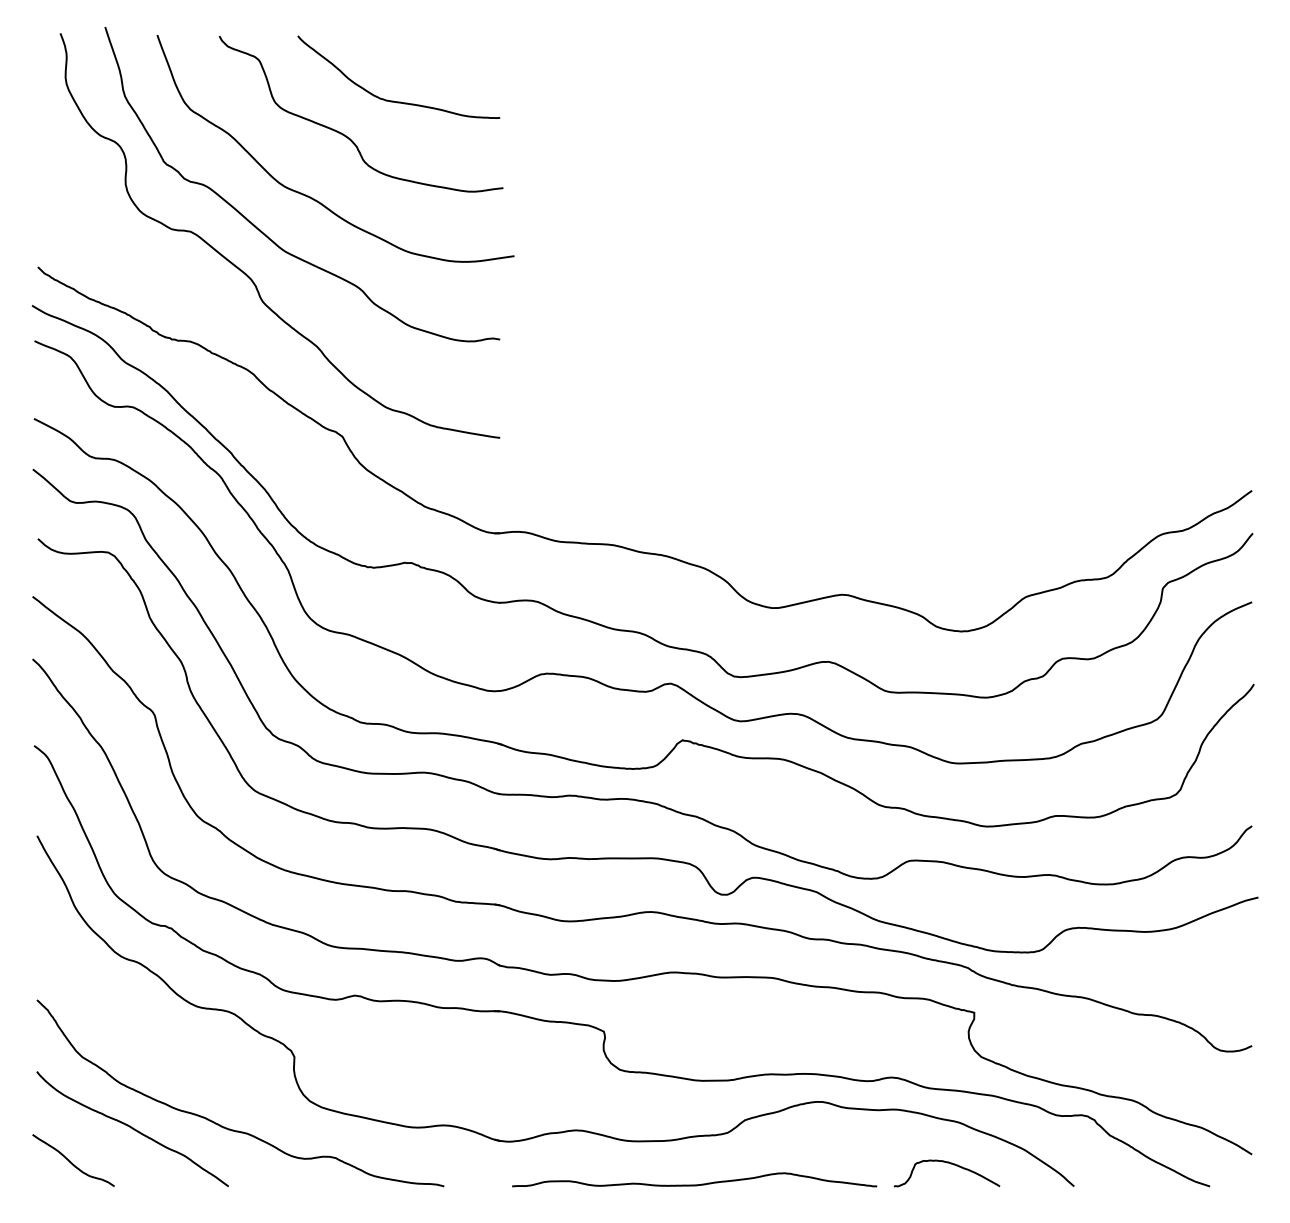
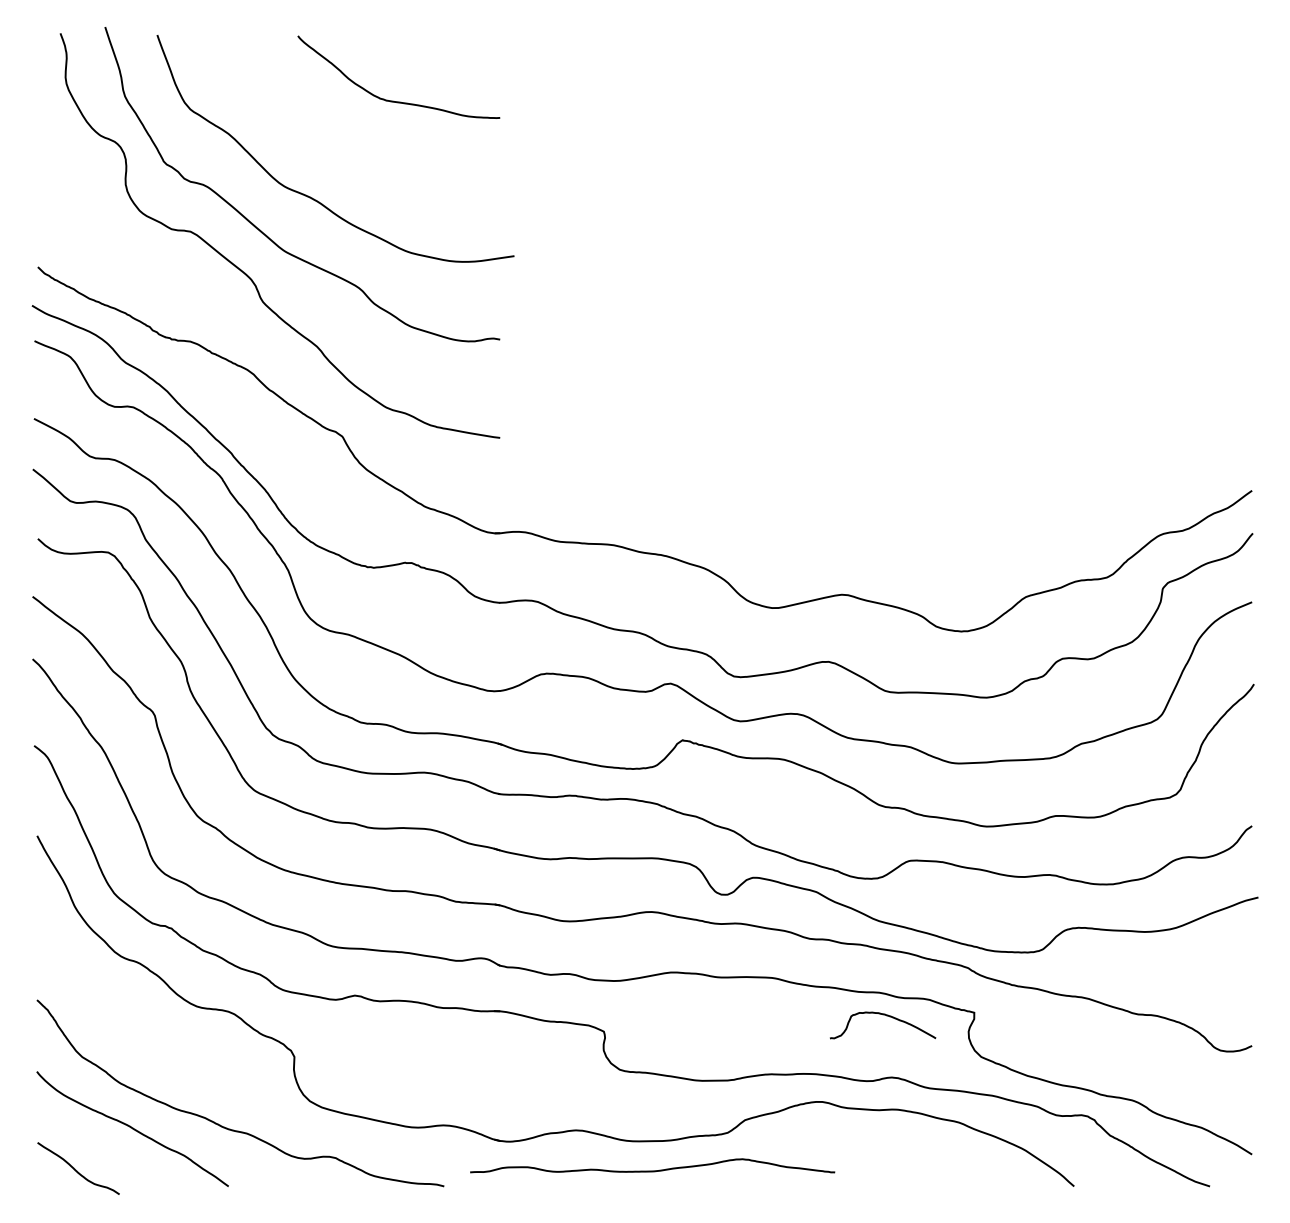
curve at (346, 135): present -> none
curve at (71, 1161) position: (71, 1161) -> (76, 1169)
curve at (950, 1164) position: (950, 1164) -> (886, 1016)
curve at (694, 1184) position: (694, 1184) -> (652, 1170)
